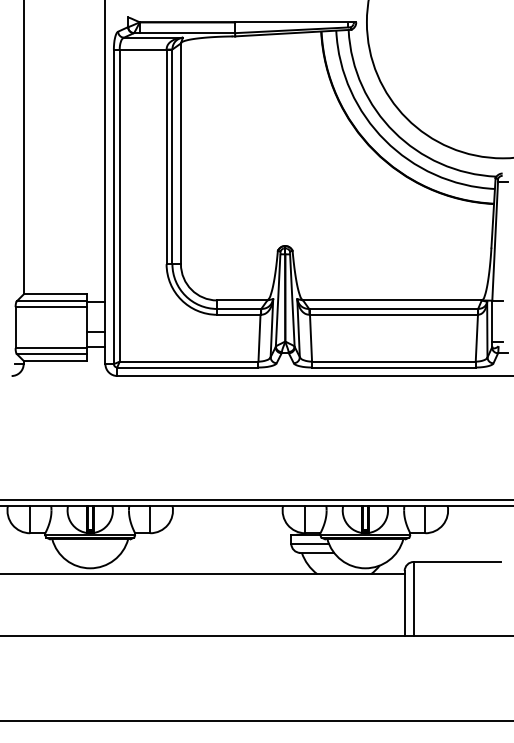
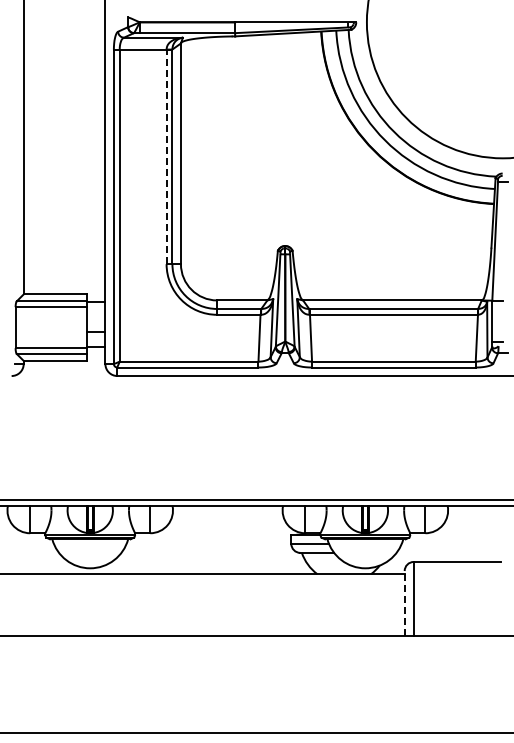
line at (166, 156): solid -> dashed
line at (404, 603): solid -> dashed
line at (256, 720) position: (256, 720) -> (256, 732)
